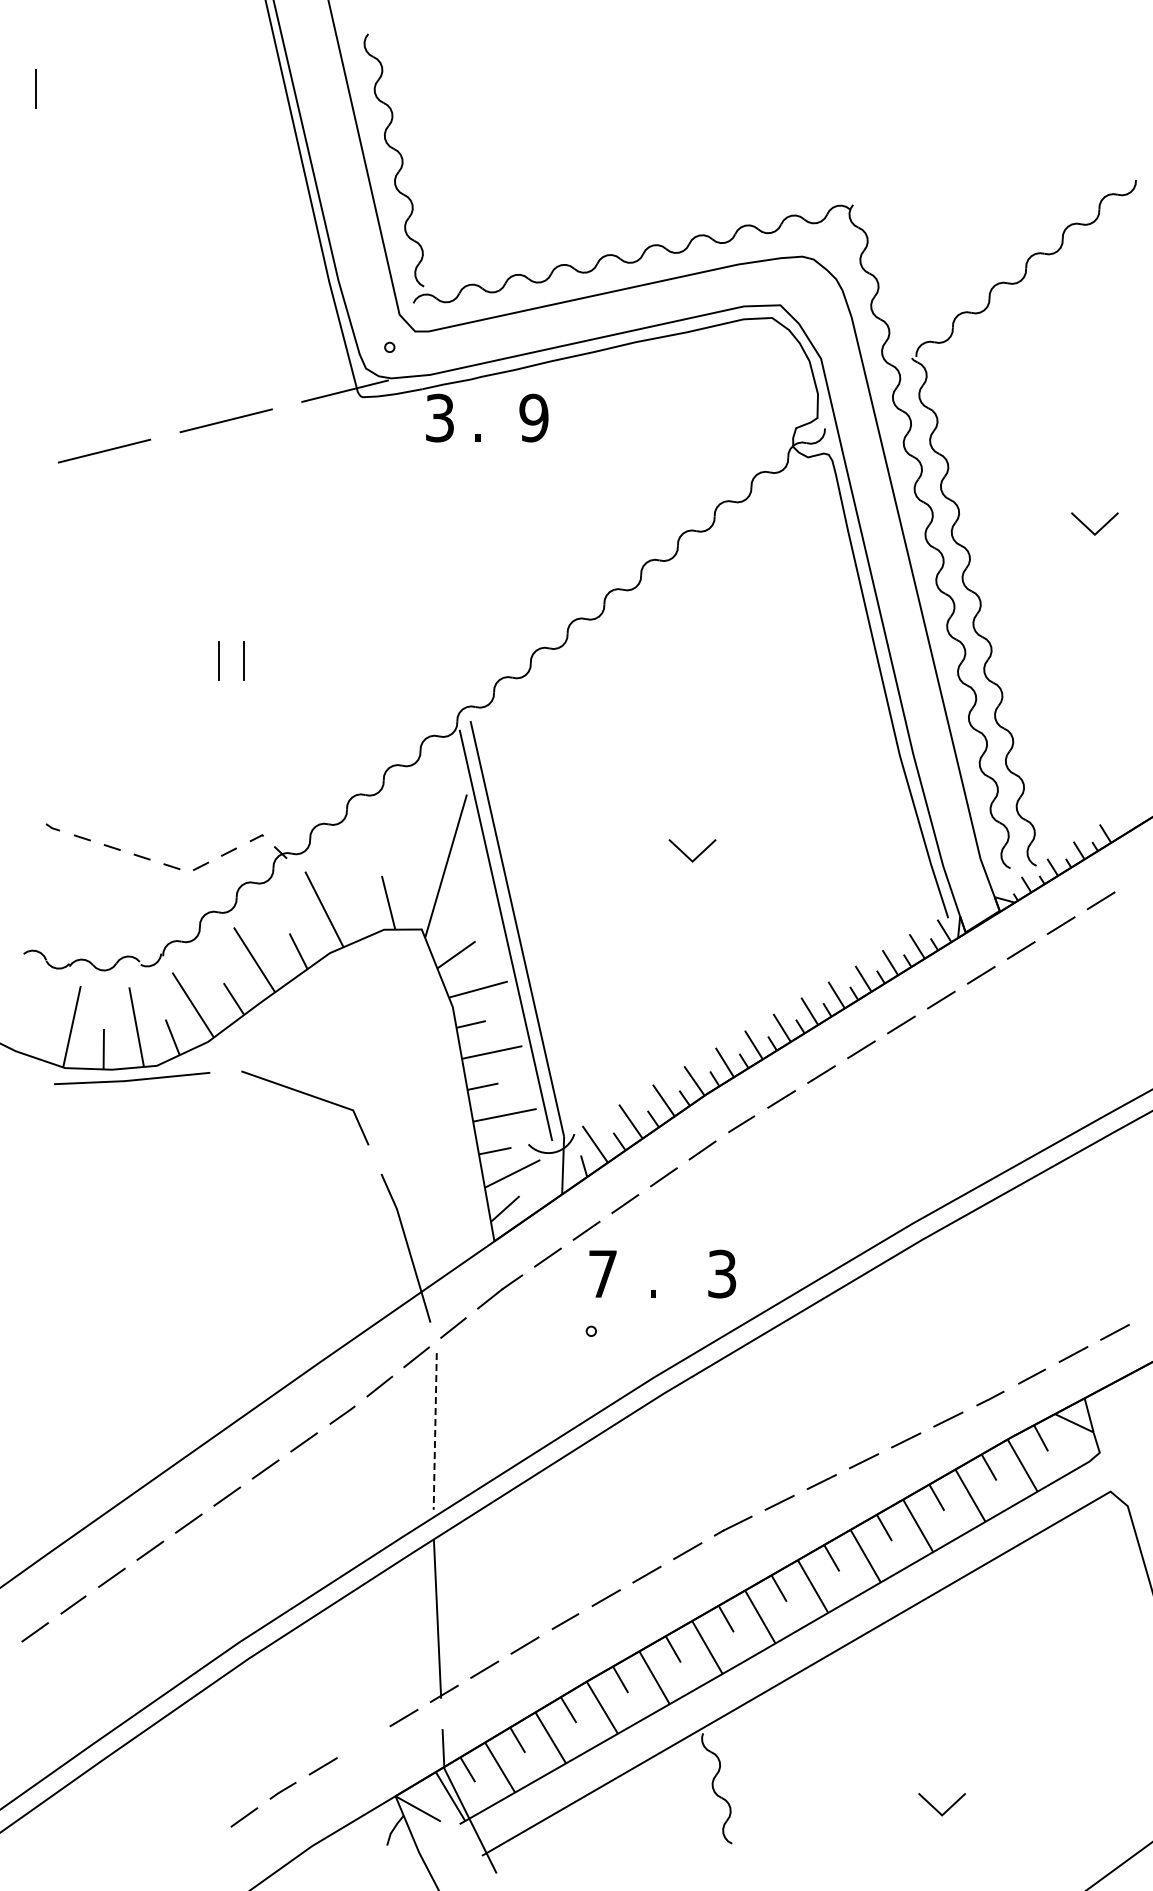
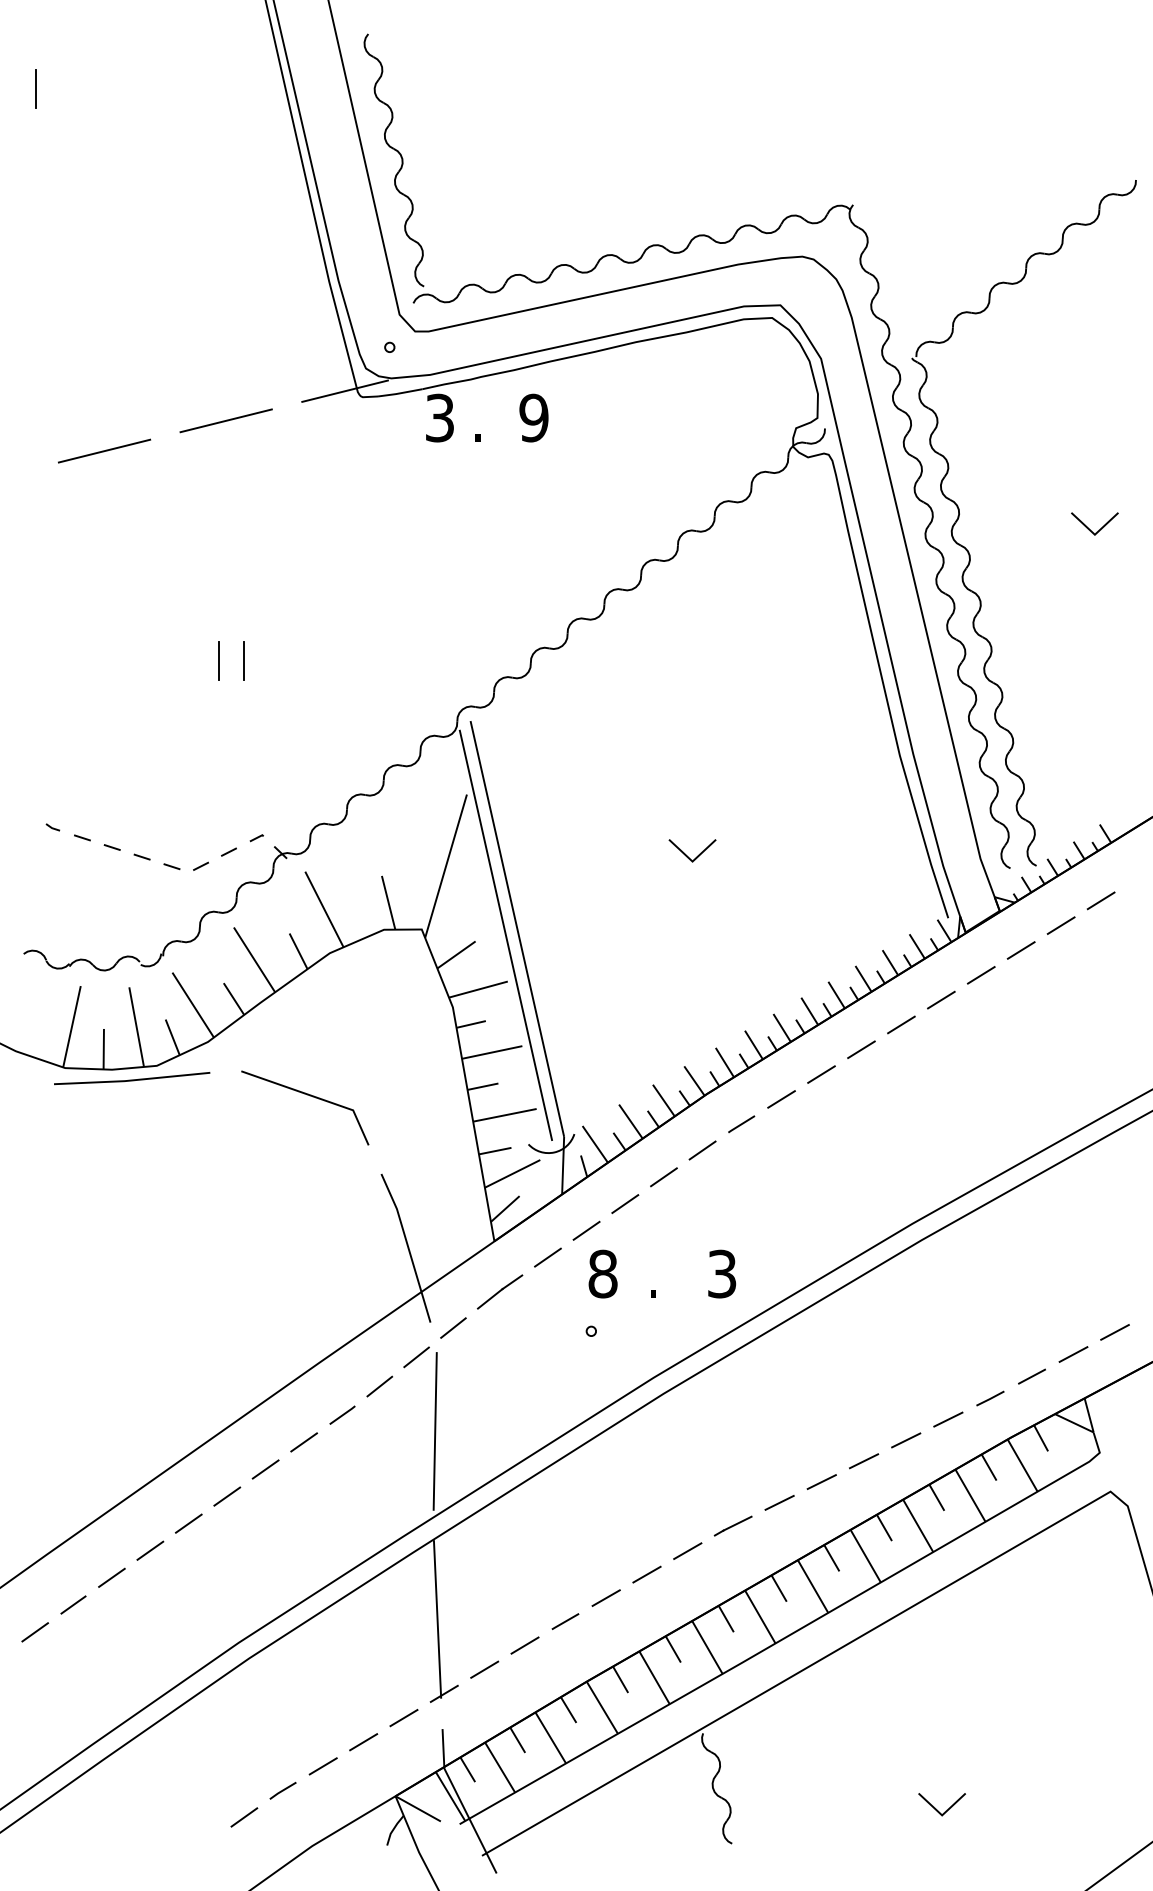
text at (602, 1273): 7 -> 8
line at (435, 1431): dashed -> solid
line at (363, 1742): none -> present
